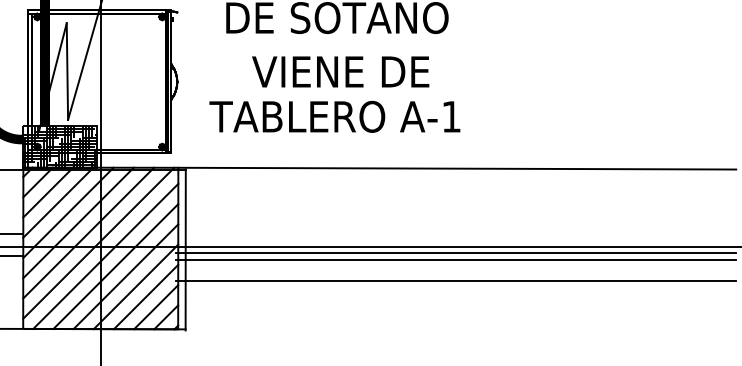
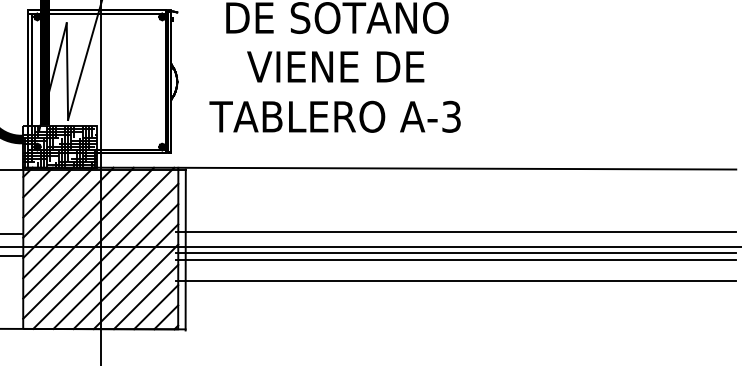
text at (340, 71) position: (340, 71) -> (335, 66)
text at (451, 116): A-1 -> A-3
line at (455, 232): none -> present
